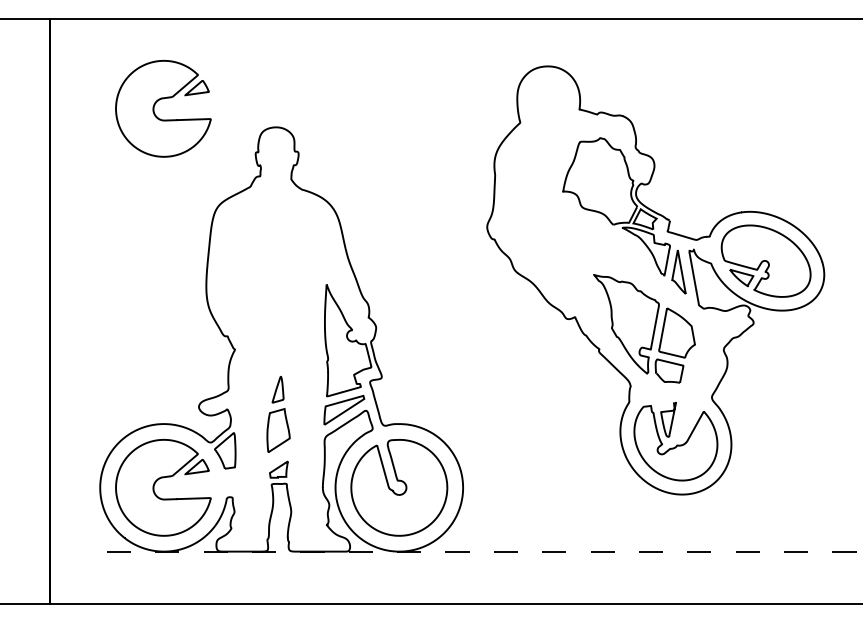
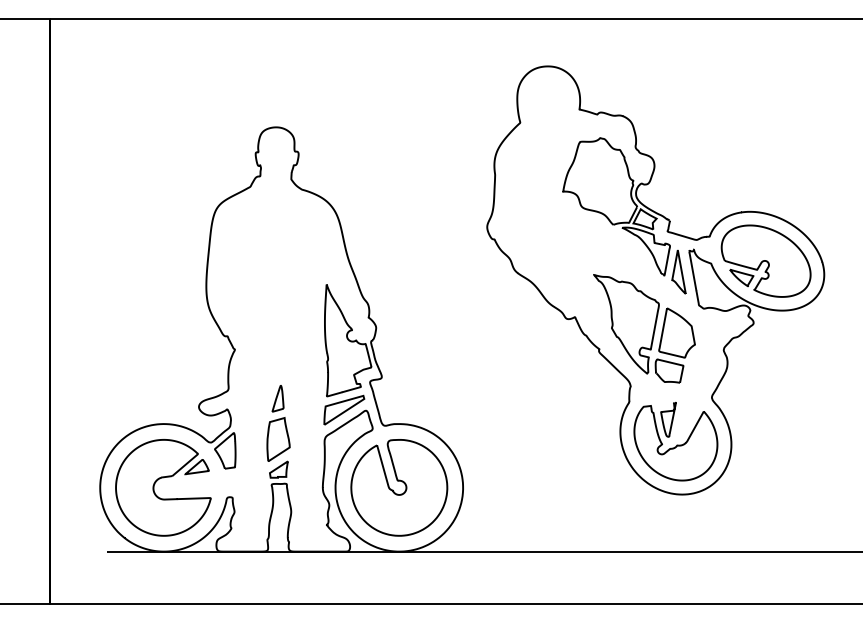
part at (157, 102): present -> none
part at (278, 414) position: (278, 414) -> (278, 423)
line at (484, 551): dashed -> solid
